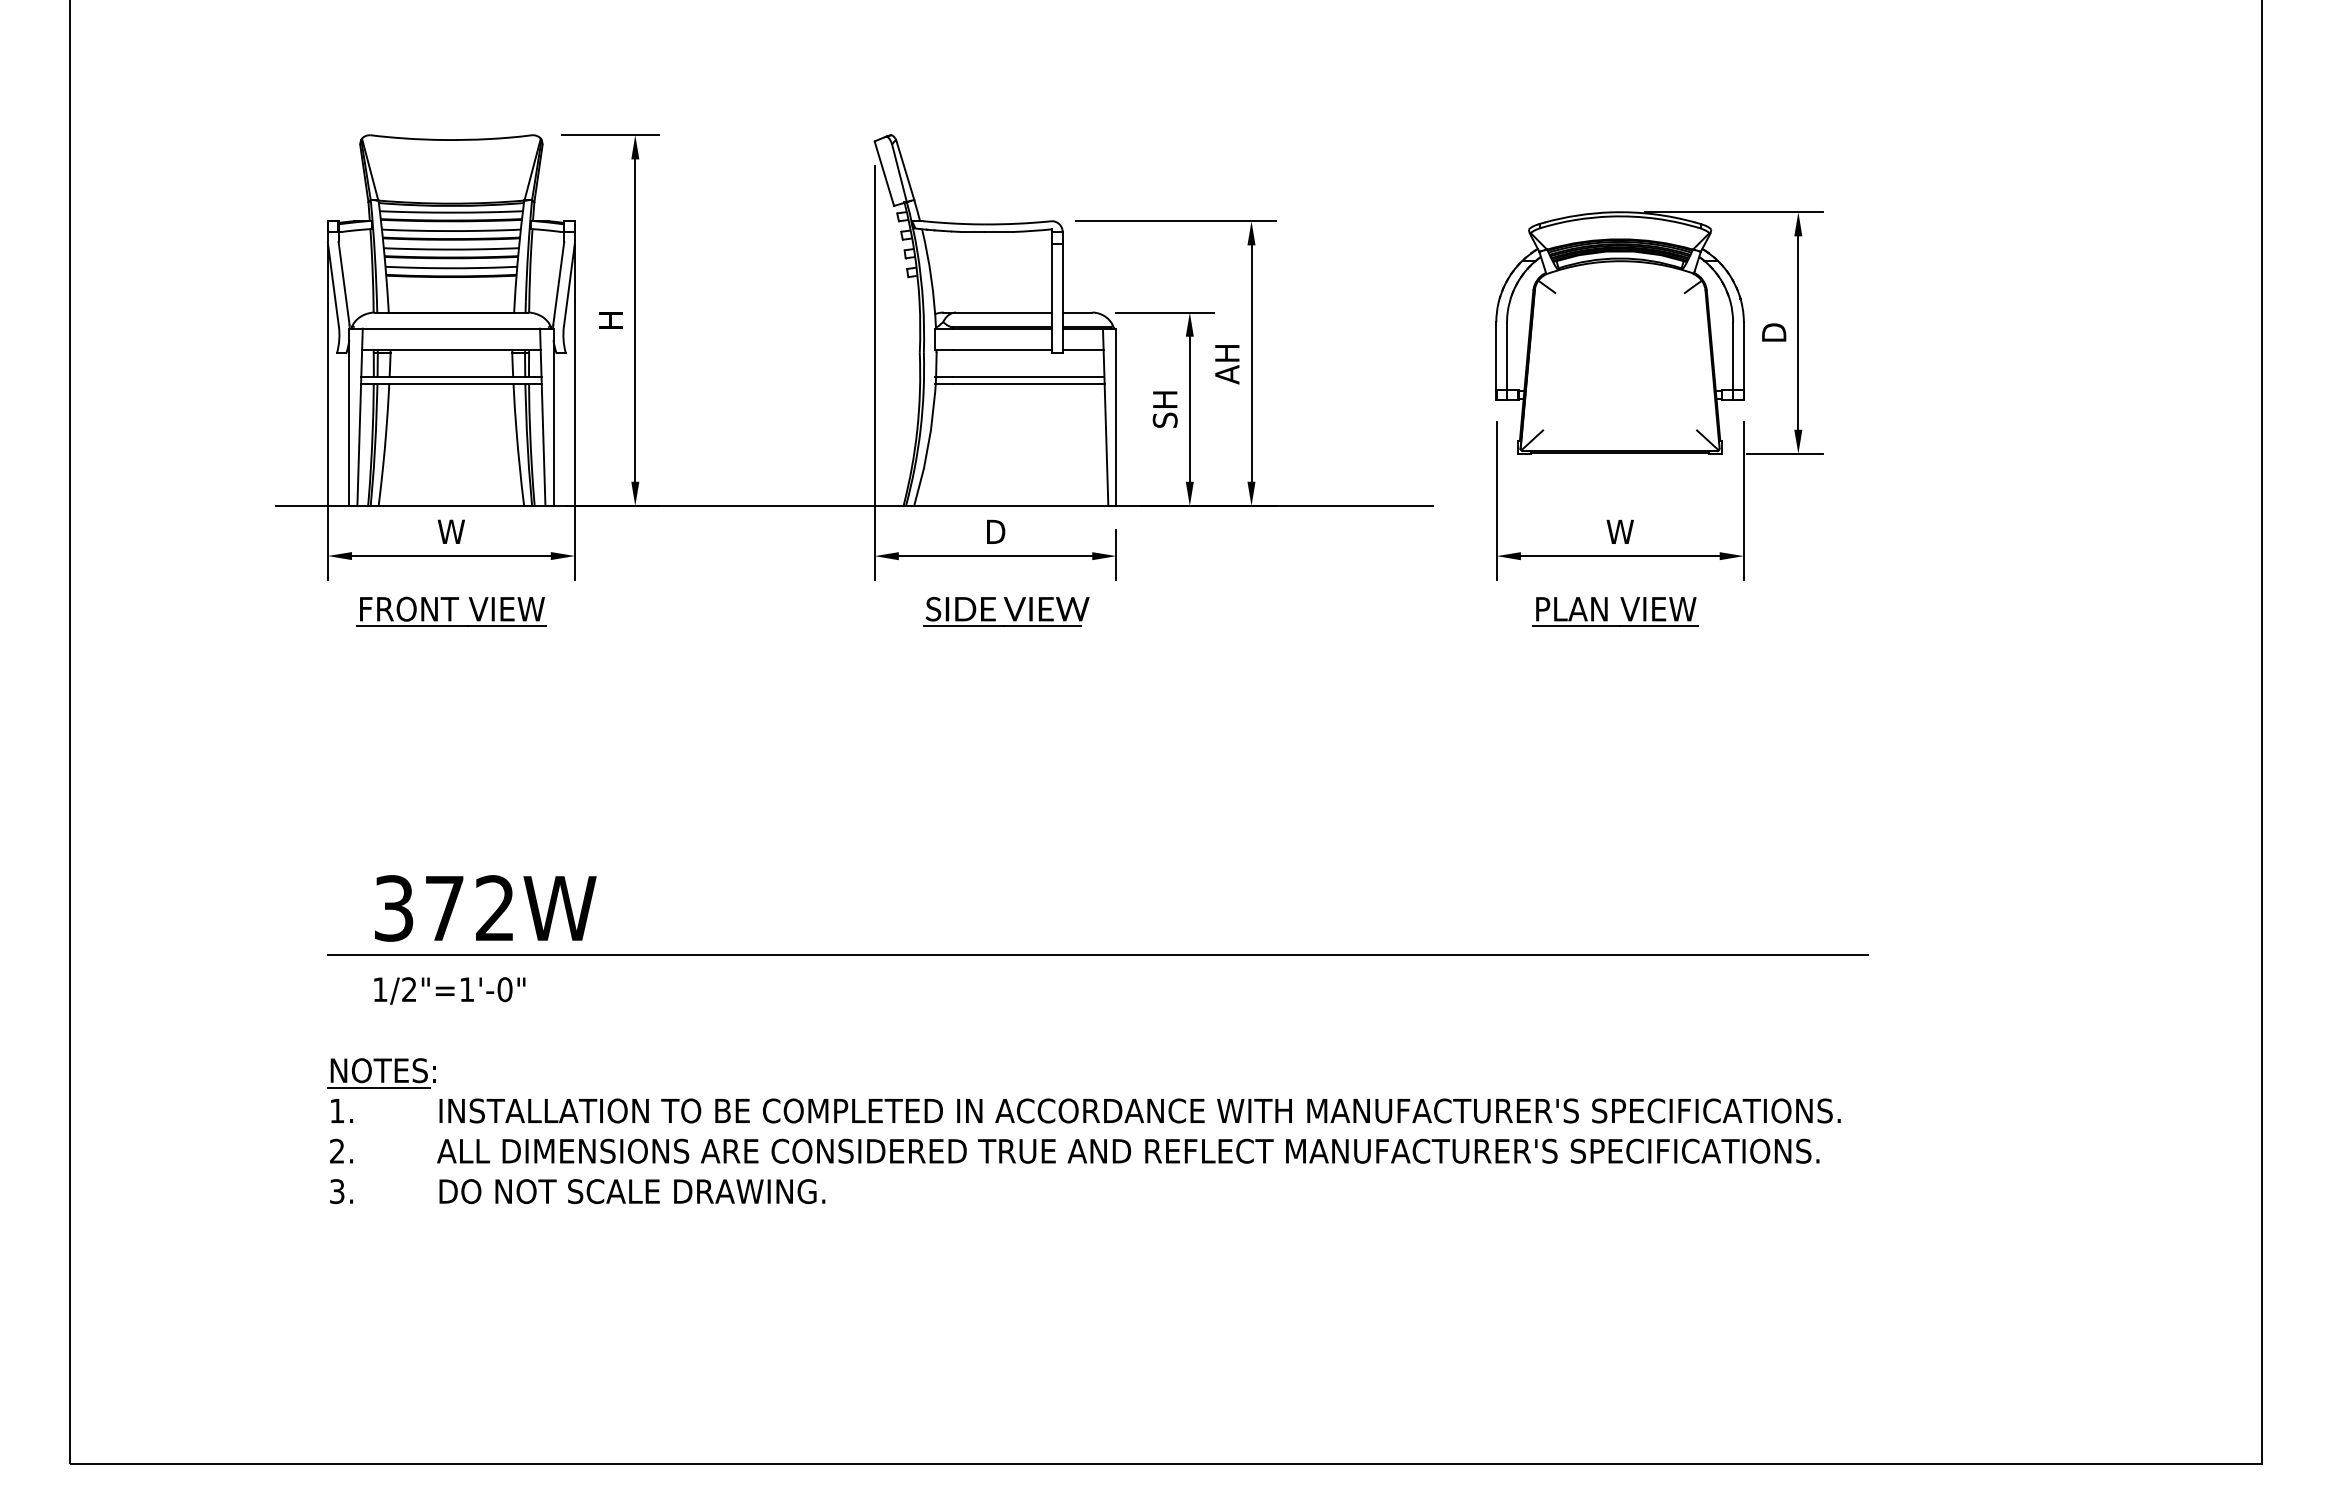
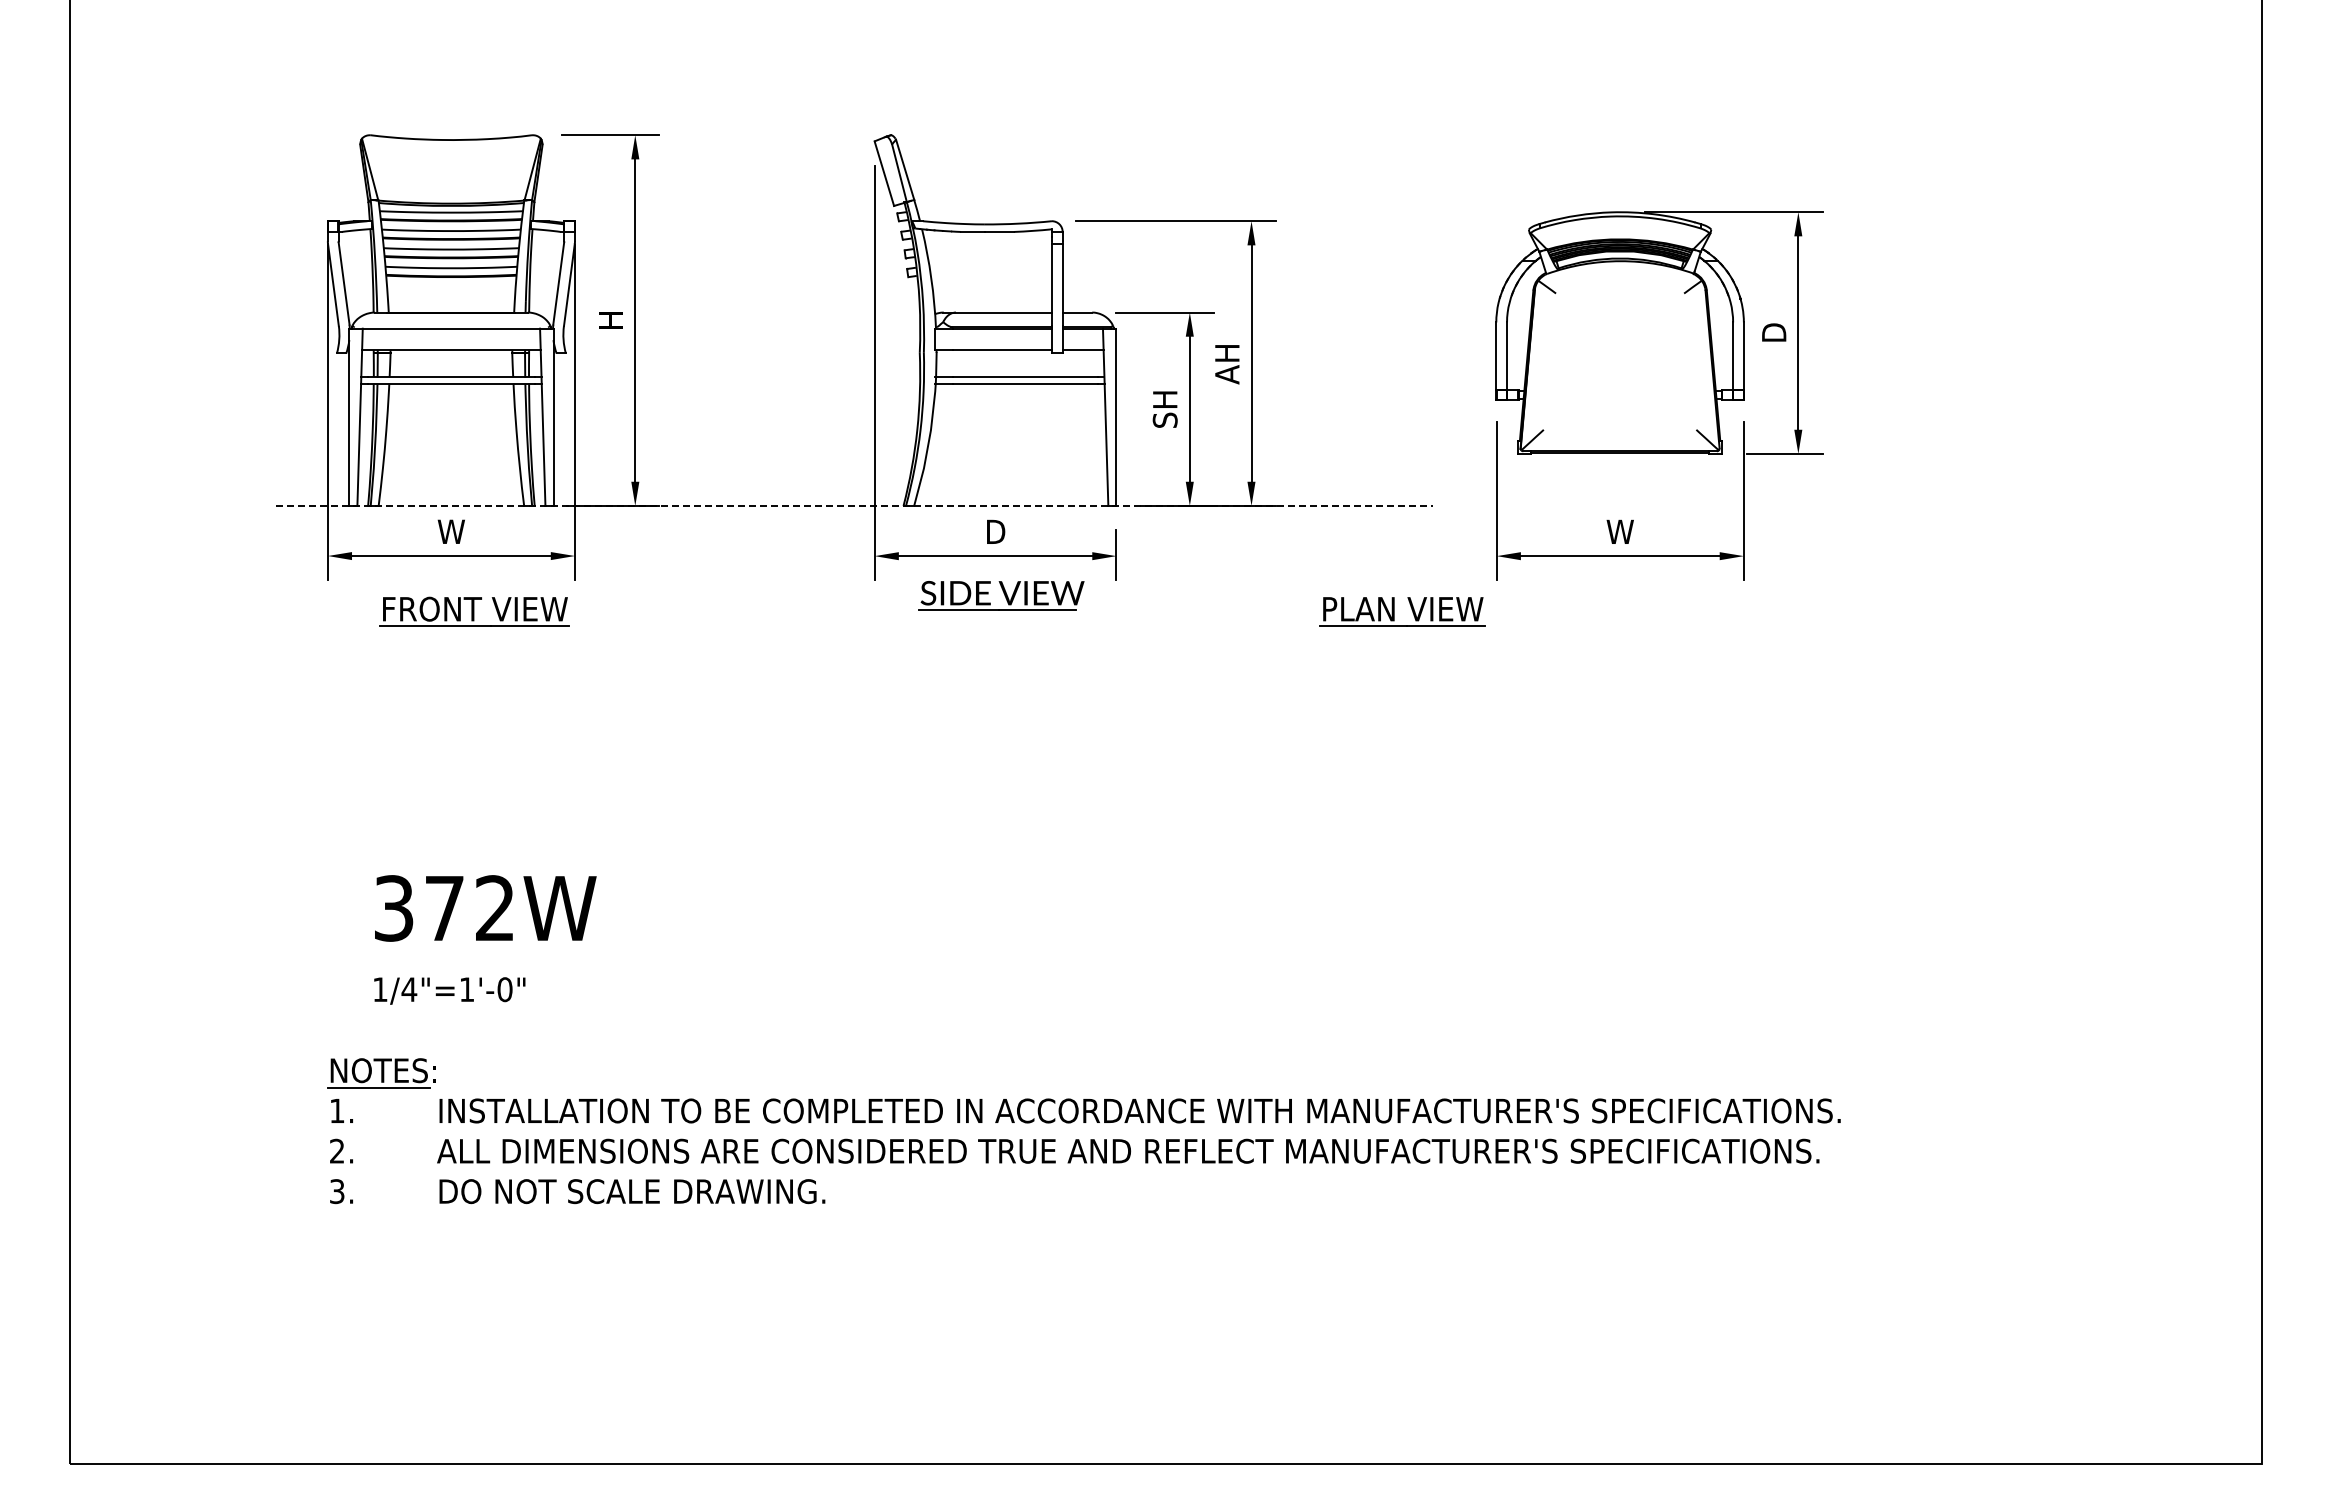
line at (854, 505): solid -> dashed
part at (451, 611) position: (451, 611) -> (474, 611)
part at (1006, 611) position: (1006, 611) -> (1001, 595)
part at (1607, 611) position: (1607, 611) -> (1394, 611)
line at (1097, 955): present -> none
text at (409, 989): 1/2"=1'-0" -> 1/4"=1'-0"
